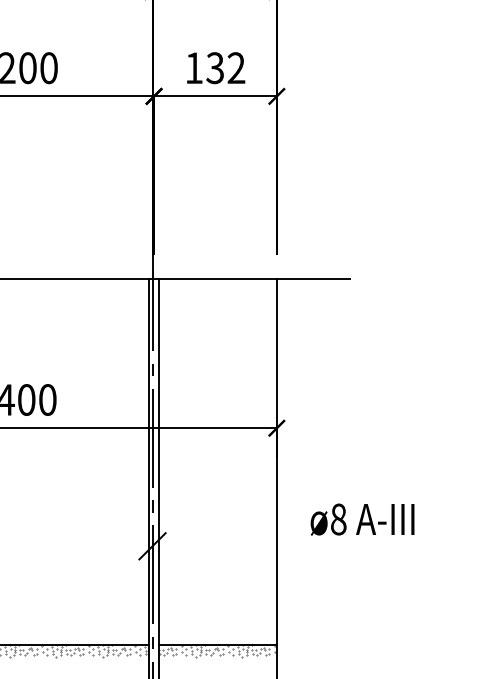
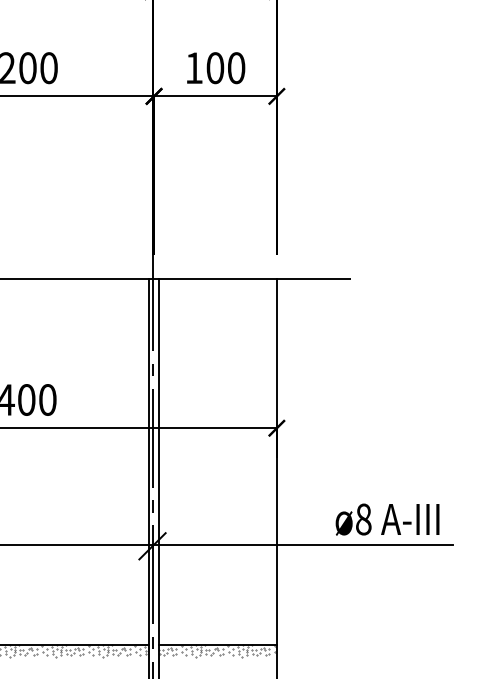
text at (225, 68): 132 -> 100
text at (362, 519) position: (362, 519) -> (387, 519)
line at (227, 545): none -> present
